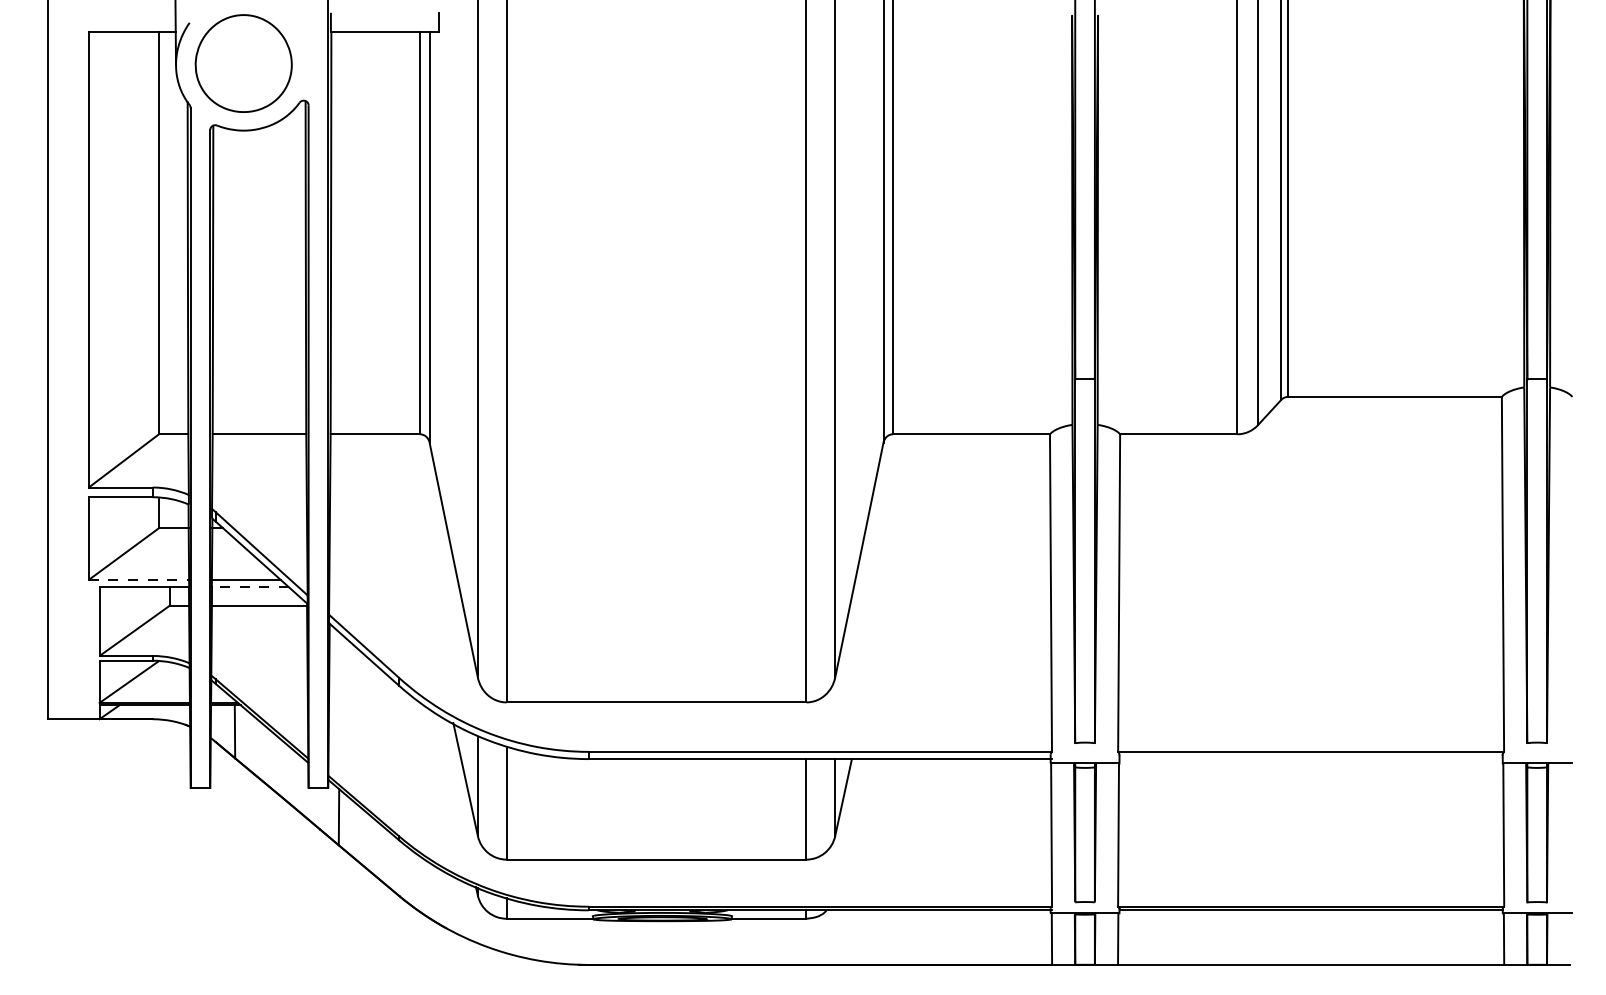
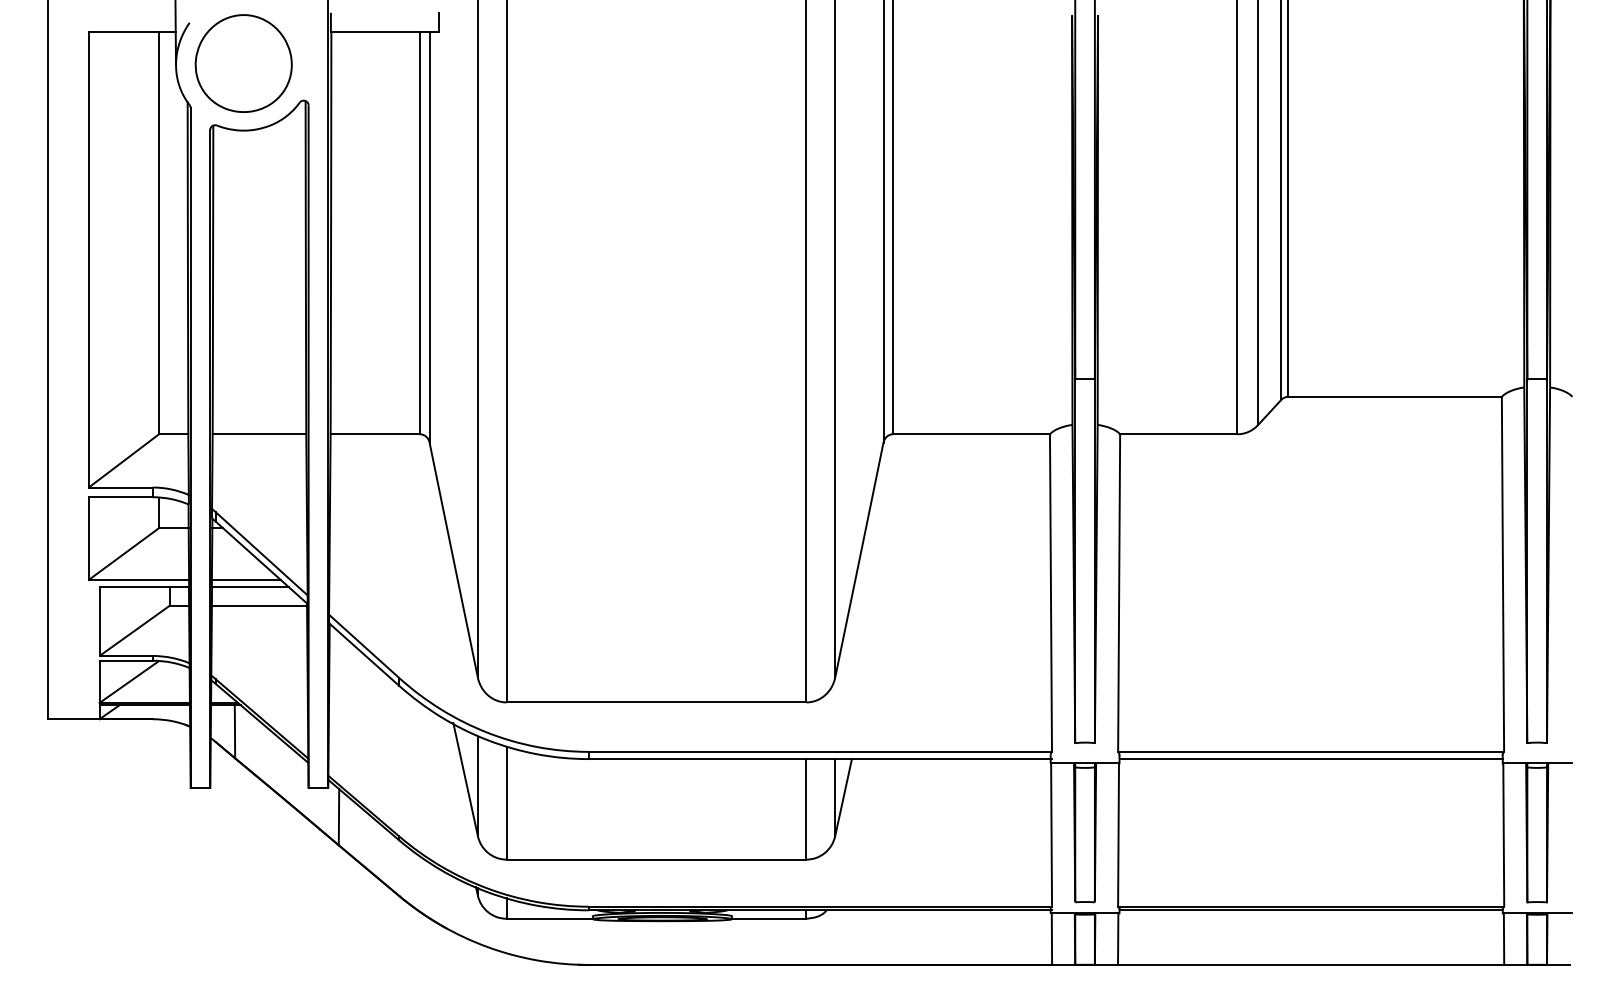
line at (139, 579): dashed -> solid
line at (249, 587): dashed -> solid
line at (1310, 759): none -> present
